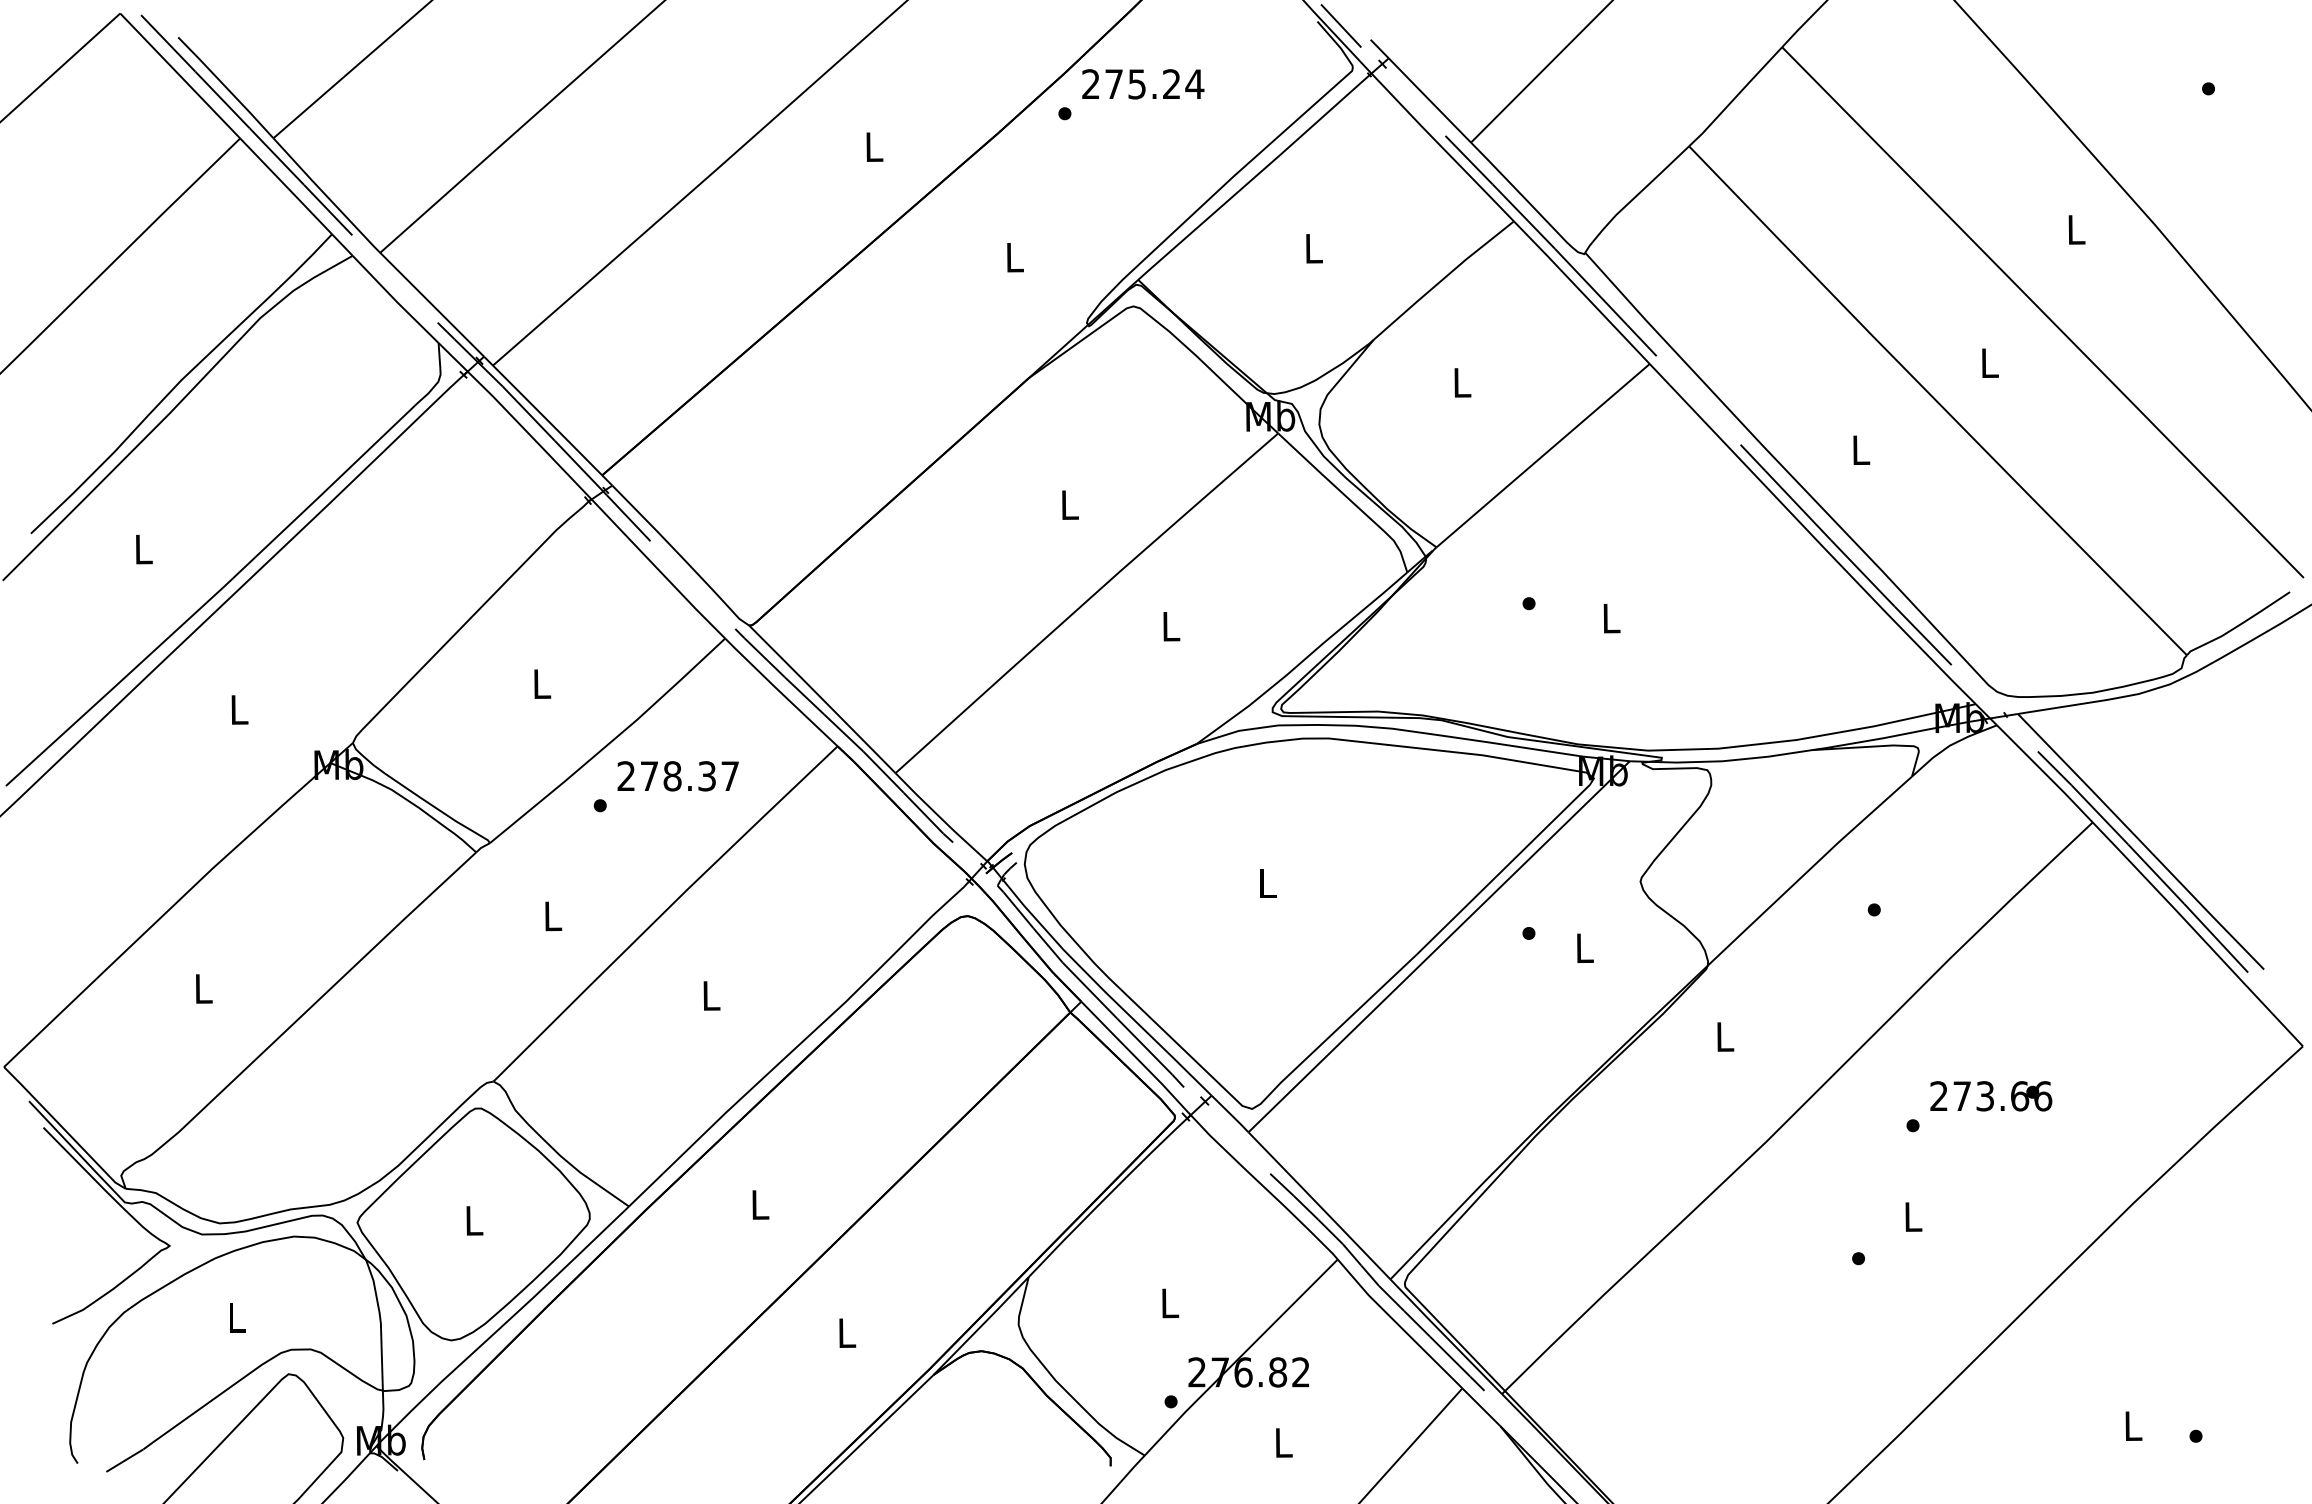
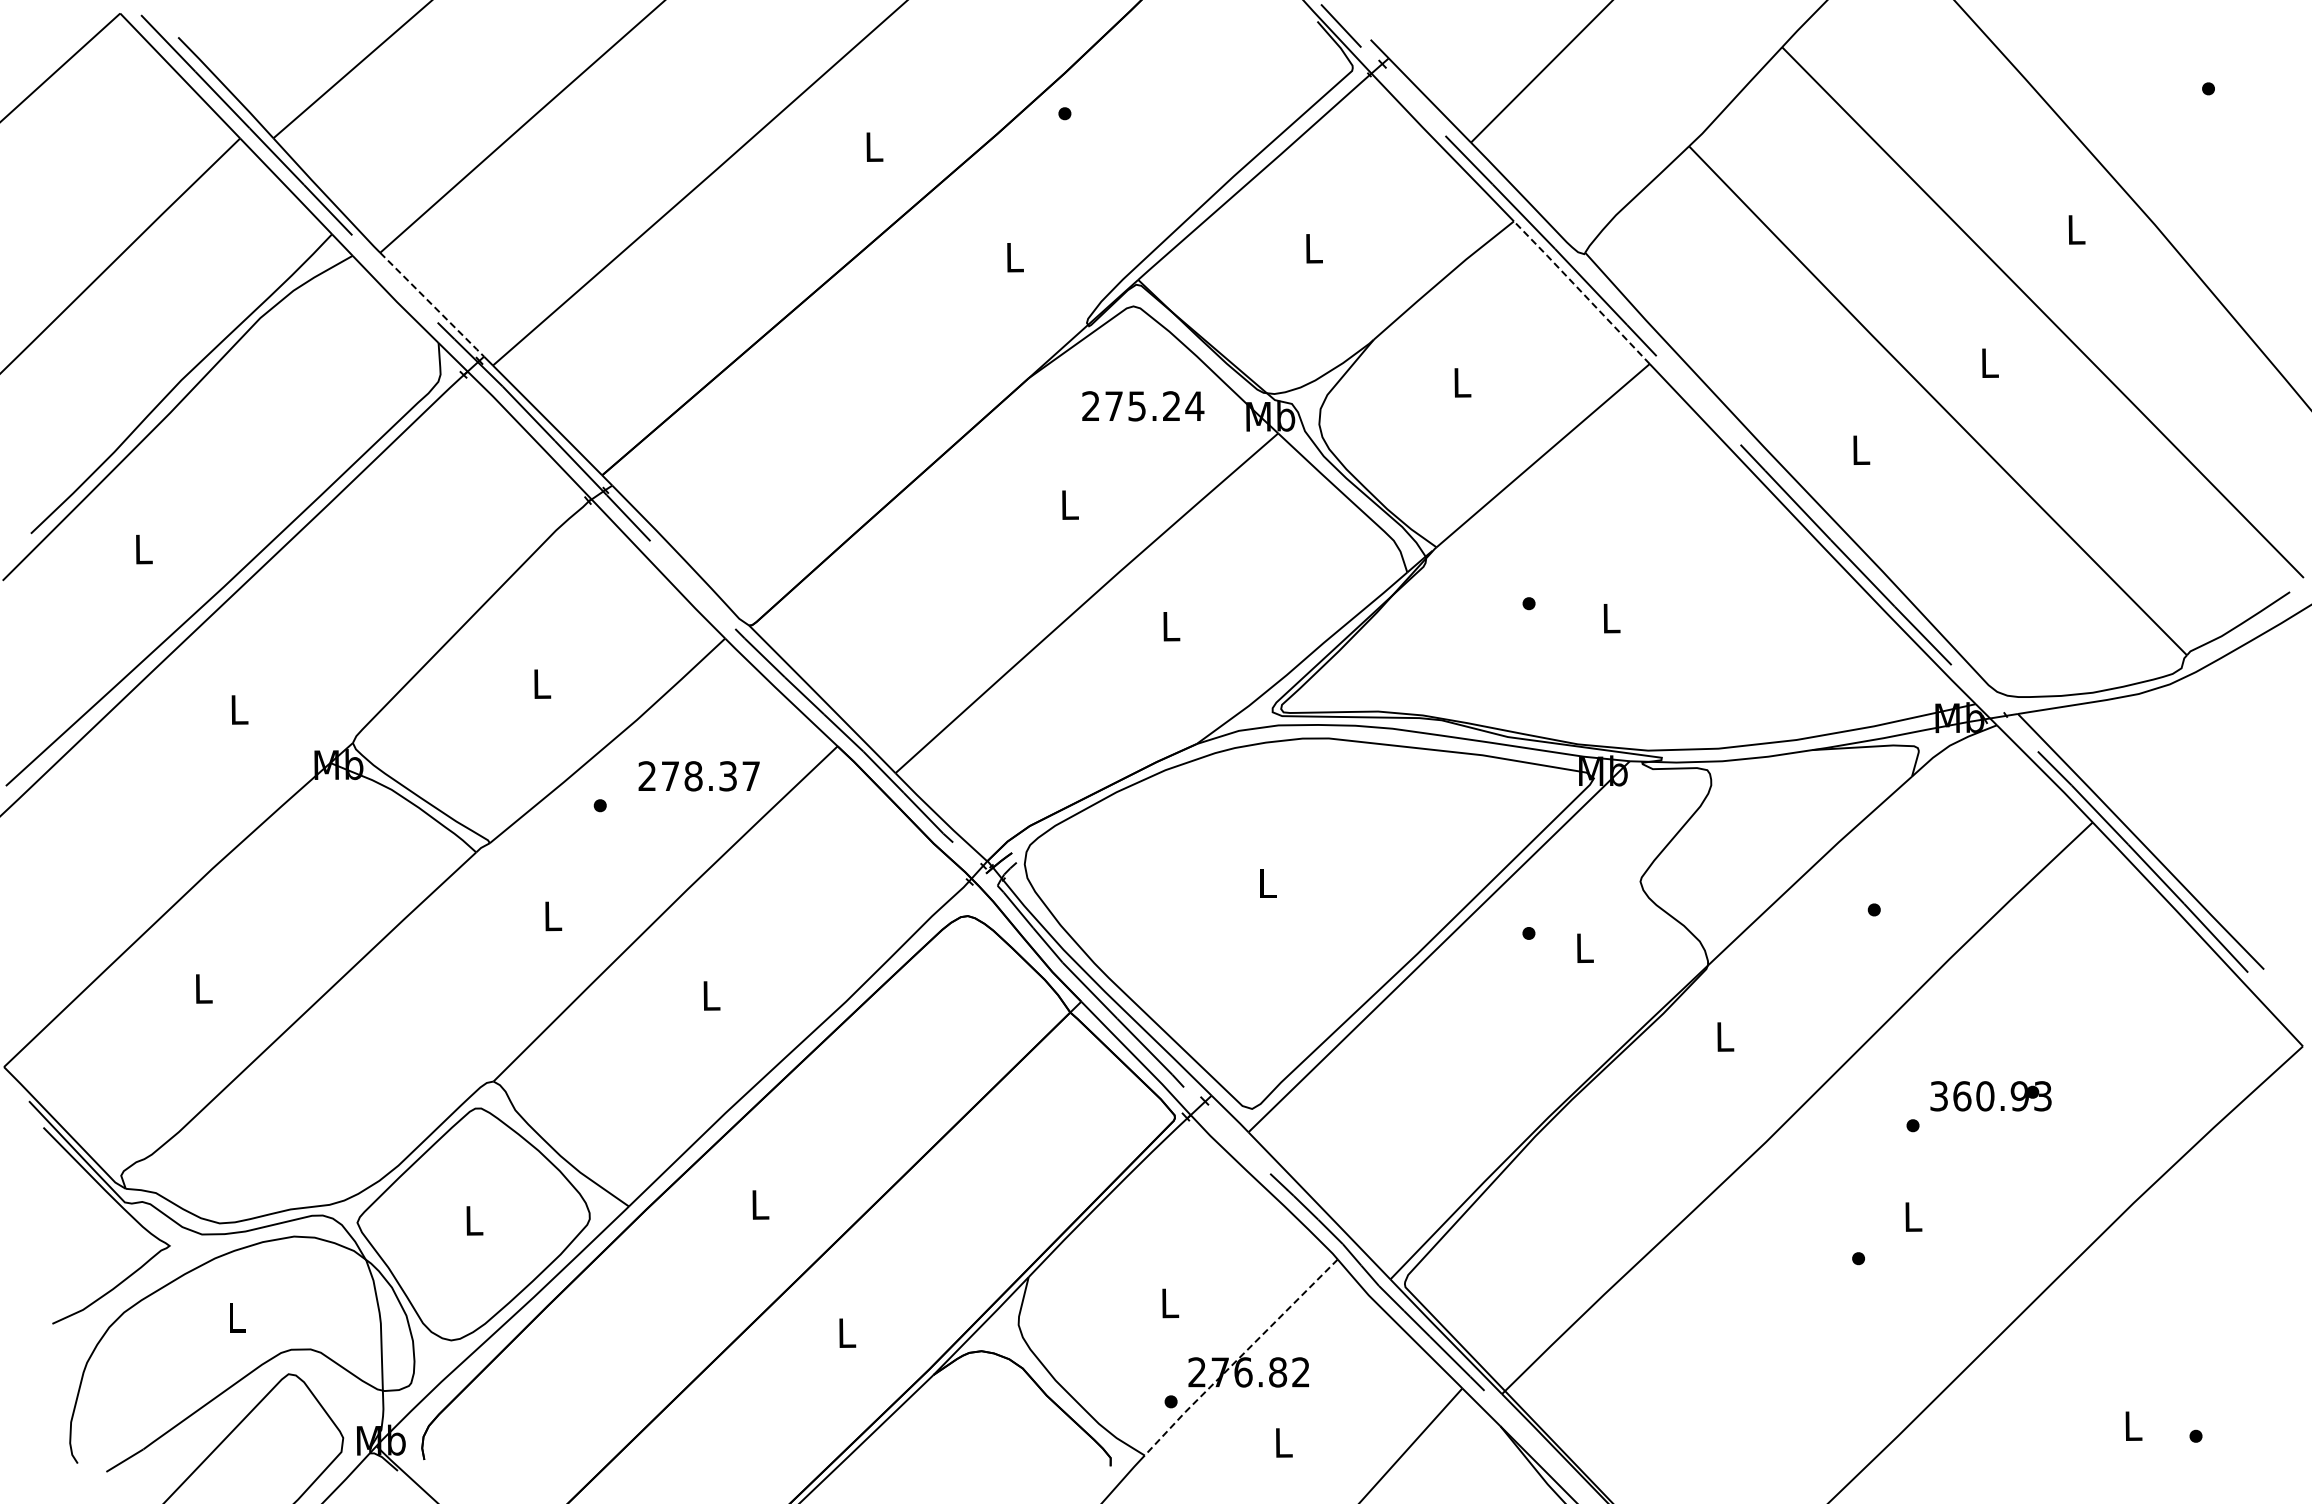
text at (1143, 84) position: (1143, 84) -> (1143, 406)
line at (1581, 292): solid -> dashed
line at (432, 304): solid -> dashed
text at (677, 776) position: (677, 776) -> (698, 776)
text at (1991, 1096): 273.66 -> 360.93
line at (1240, 1356): solid -> dashed
